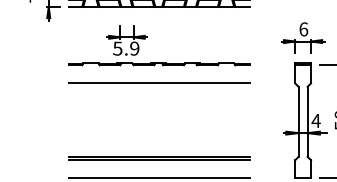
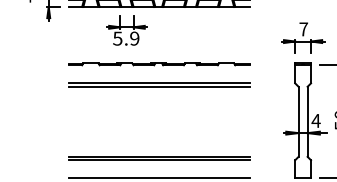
text at (303, 29): 6 -> 7
part at (126, 40) position: (126, 40) -> (126, 30)
line at (159, 86): none -> present
